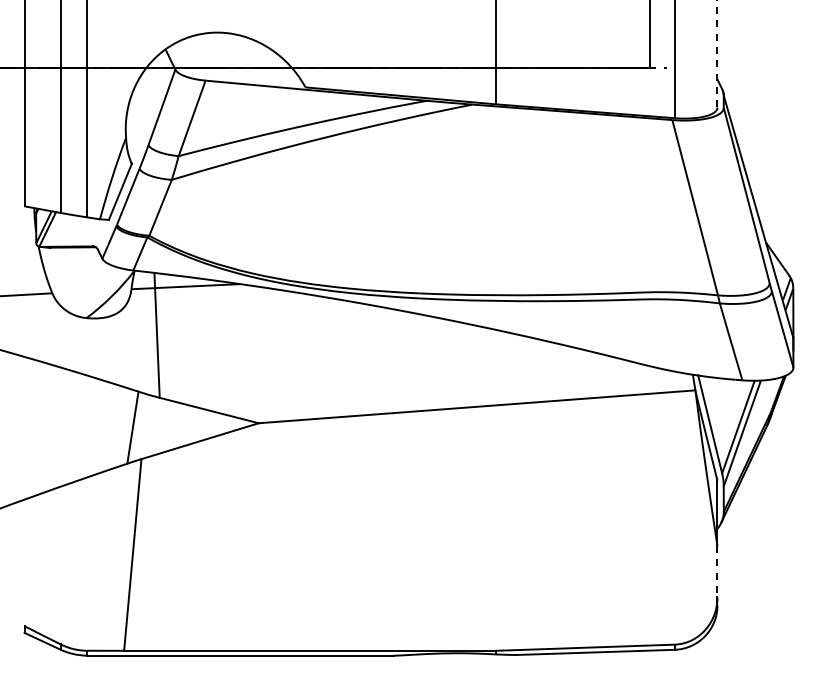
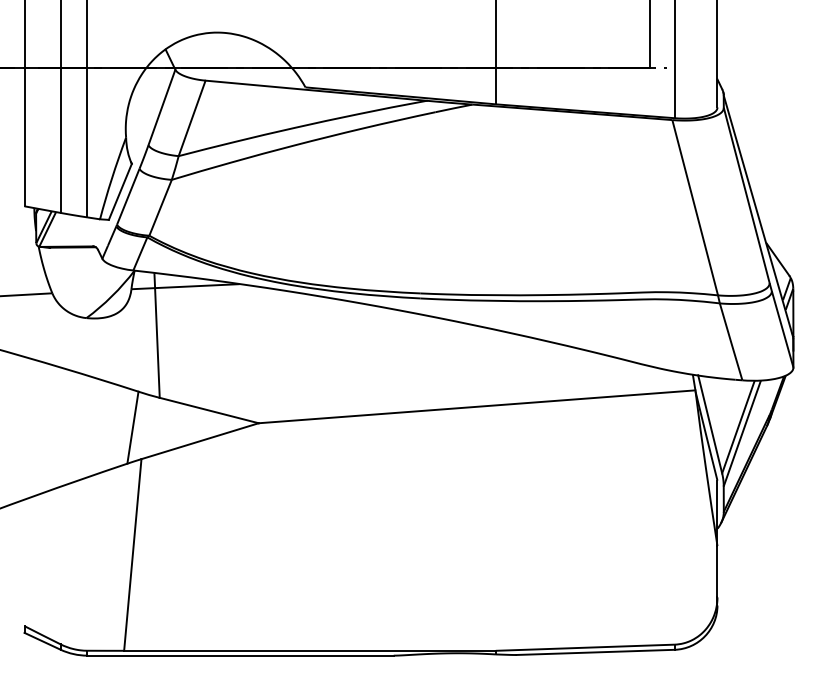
line at (717, 53): dashed -> solid
line at (717, 571): dashed -> solid
